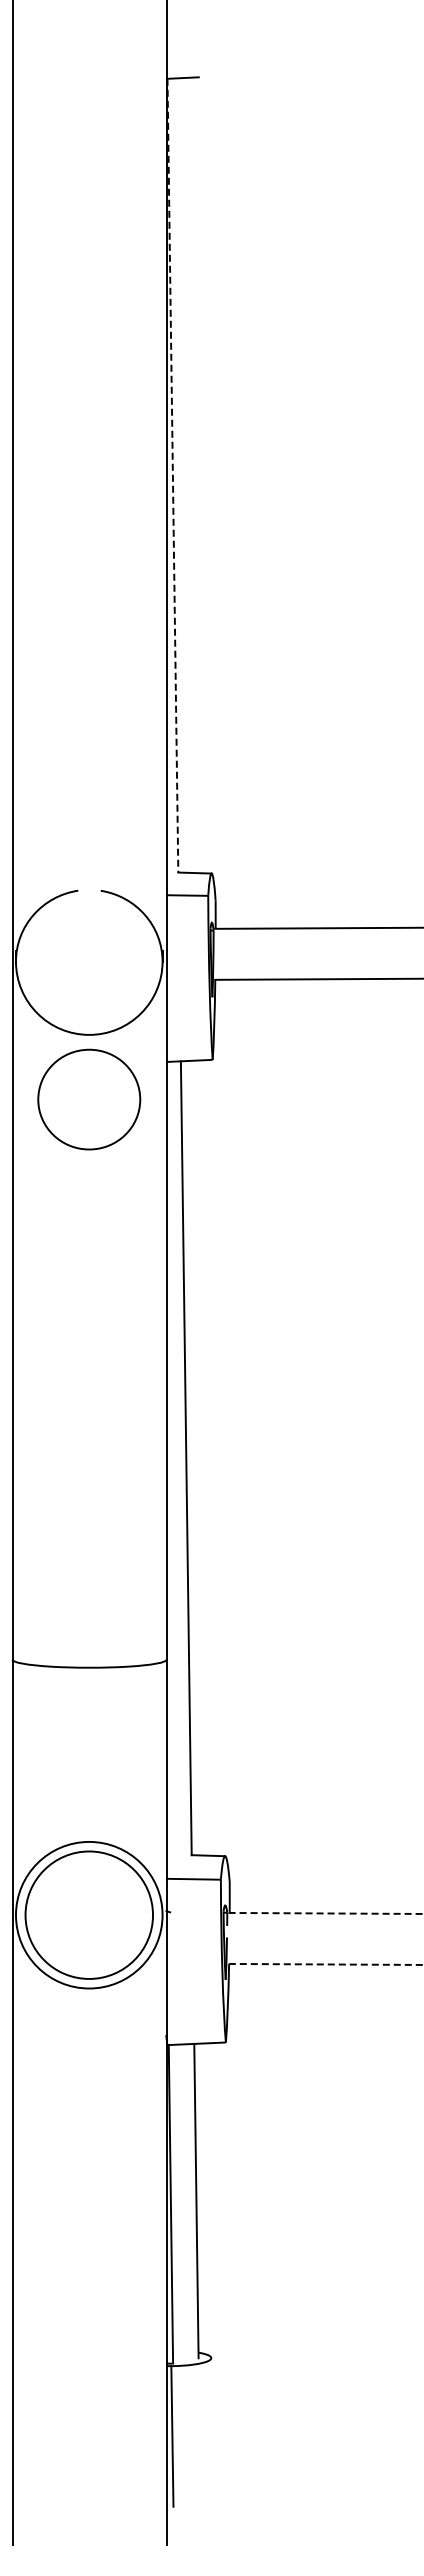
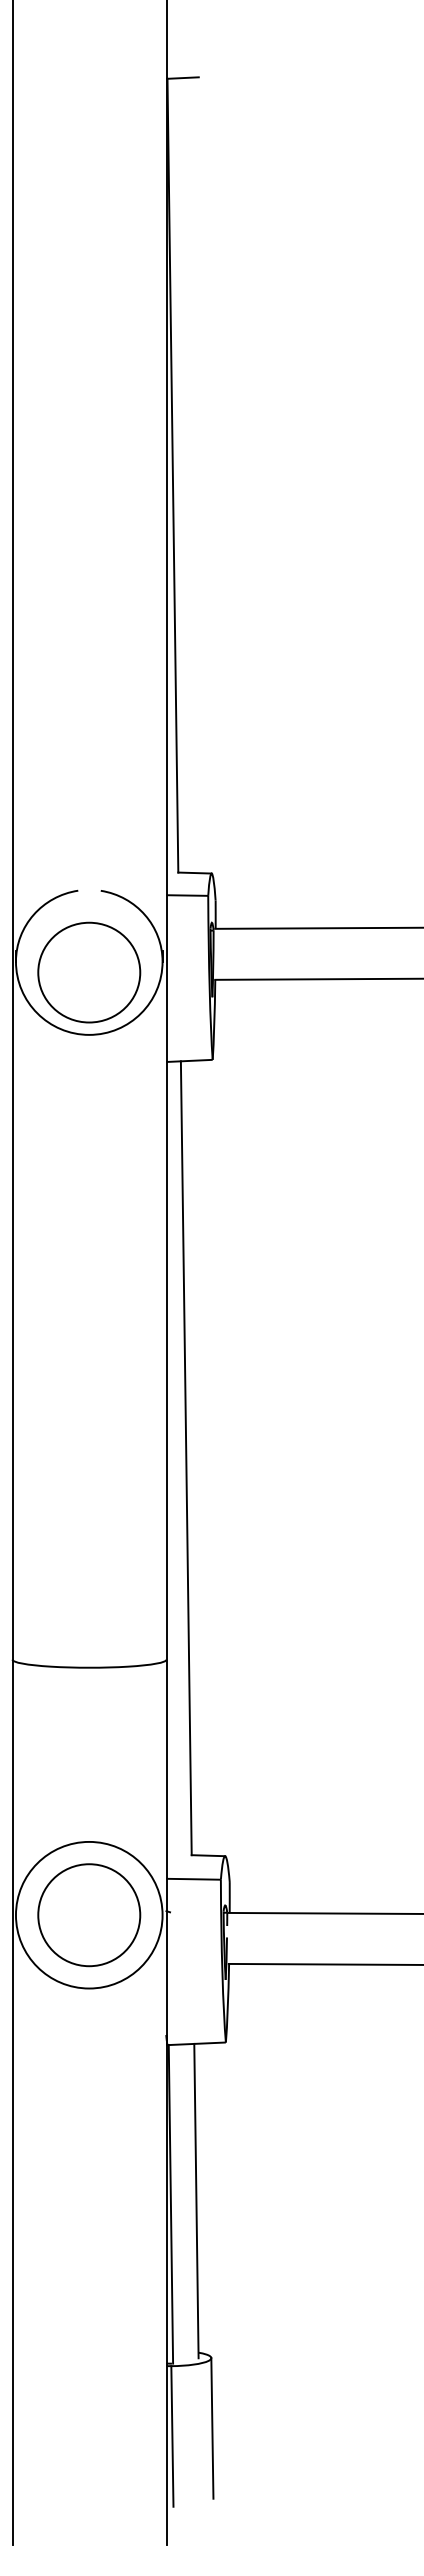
line at (172, 475): dashed -> solid
part at (89, 1099) position: (89, 1099) -> (89, 972)
line at (326, 1913): dashed -> solid
circle at (89, 1914) diameter: 127 px -> 102 px
line at (326, 1964): dashed -> solid
line at (212, 2428): none -> present
